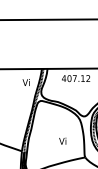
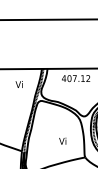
text at (25, 82) position: (25, 82) -> (18, 84)
